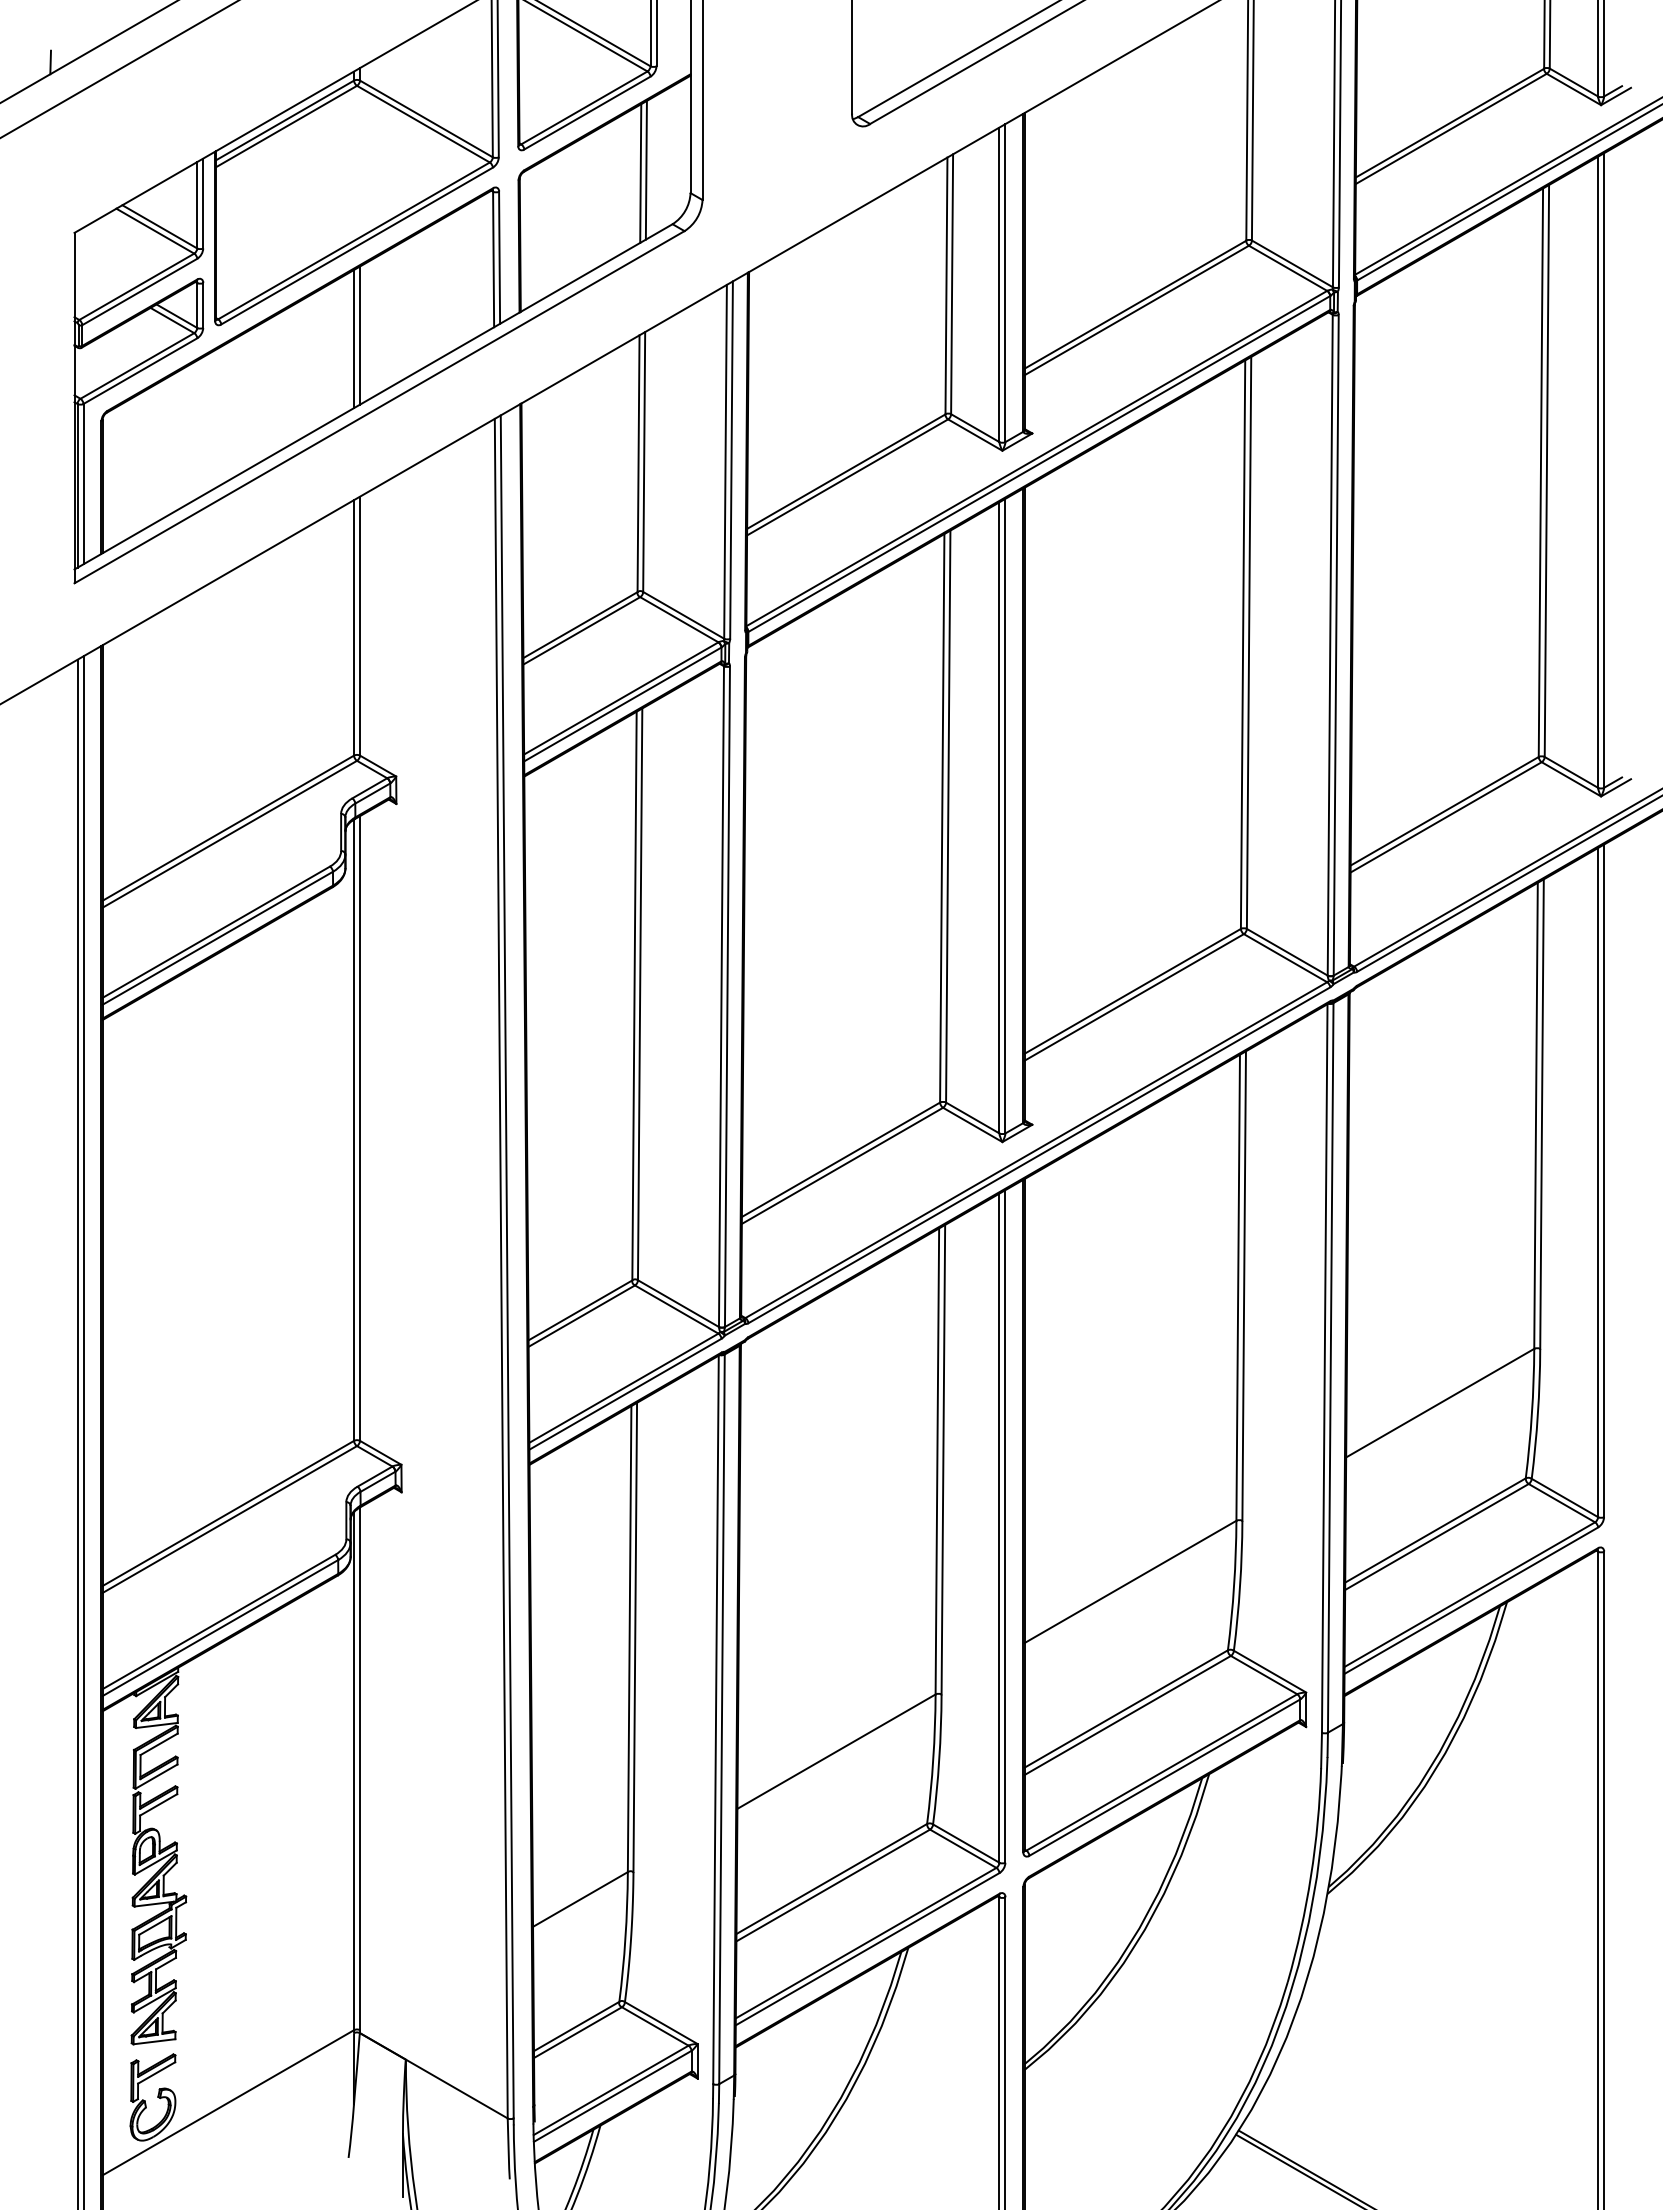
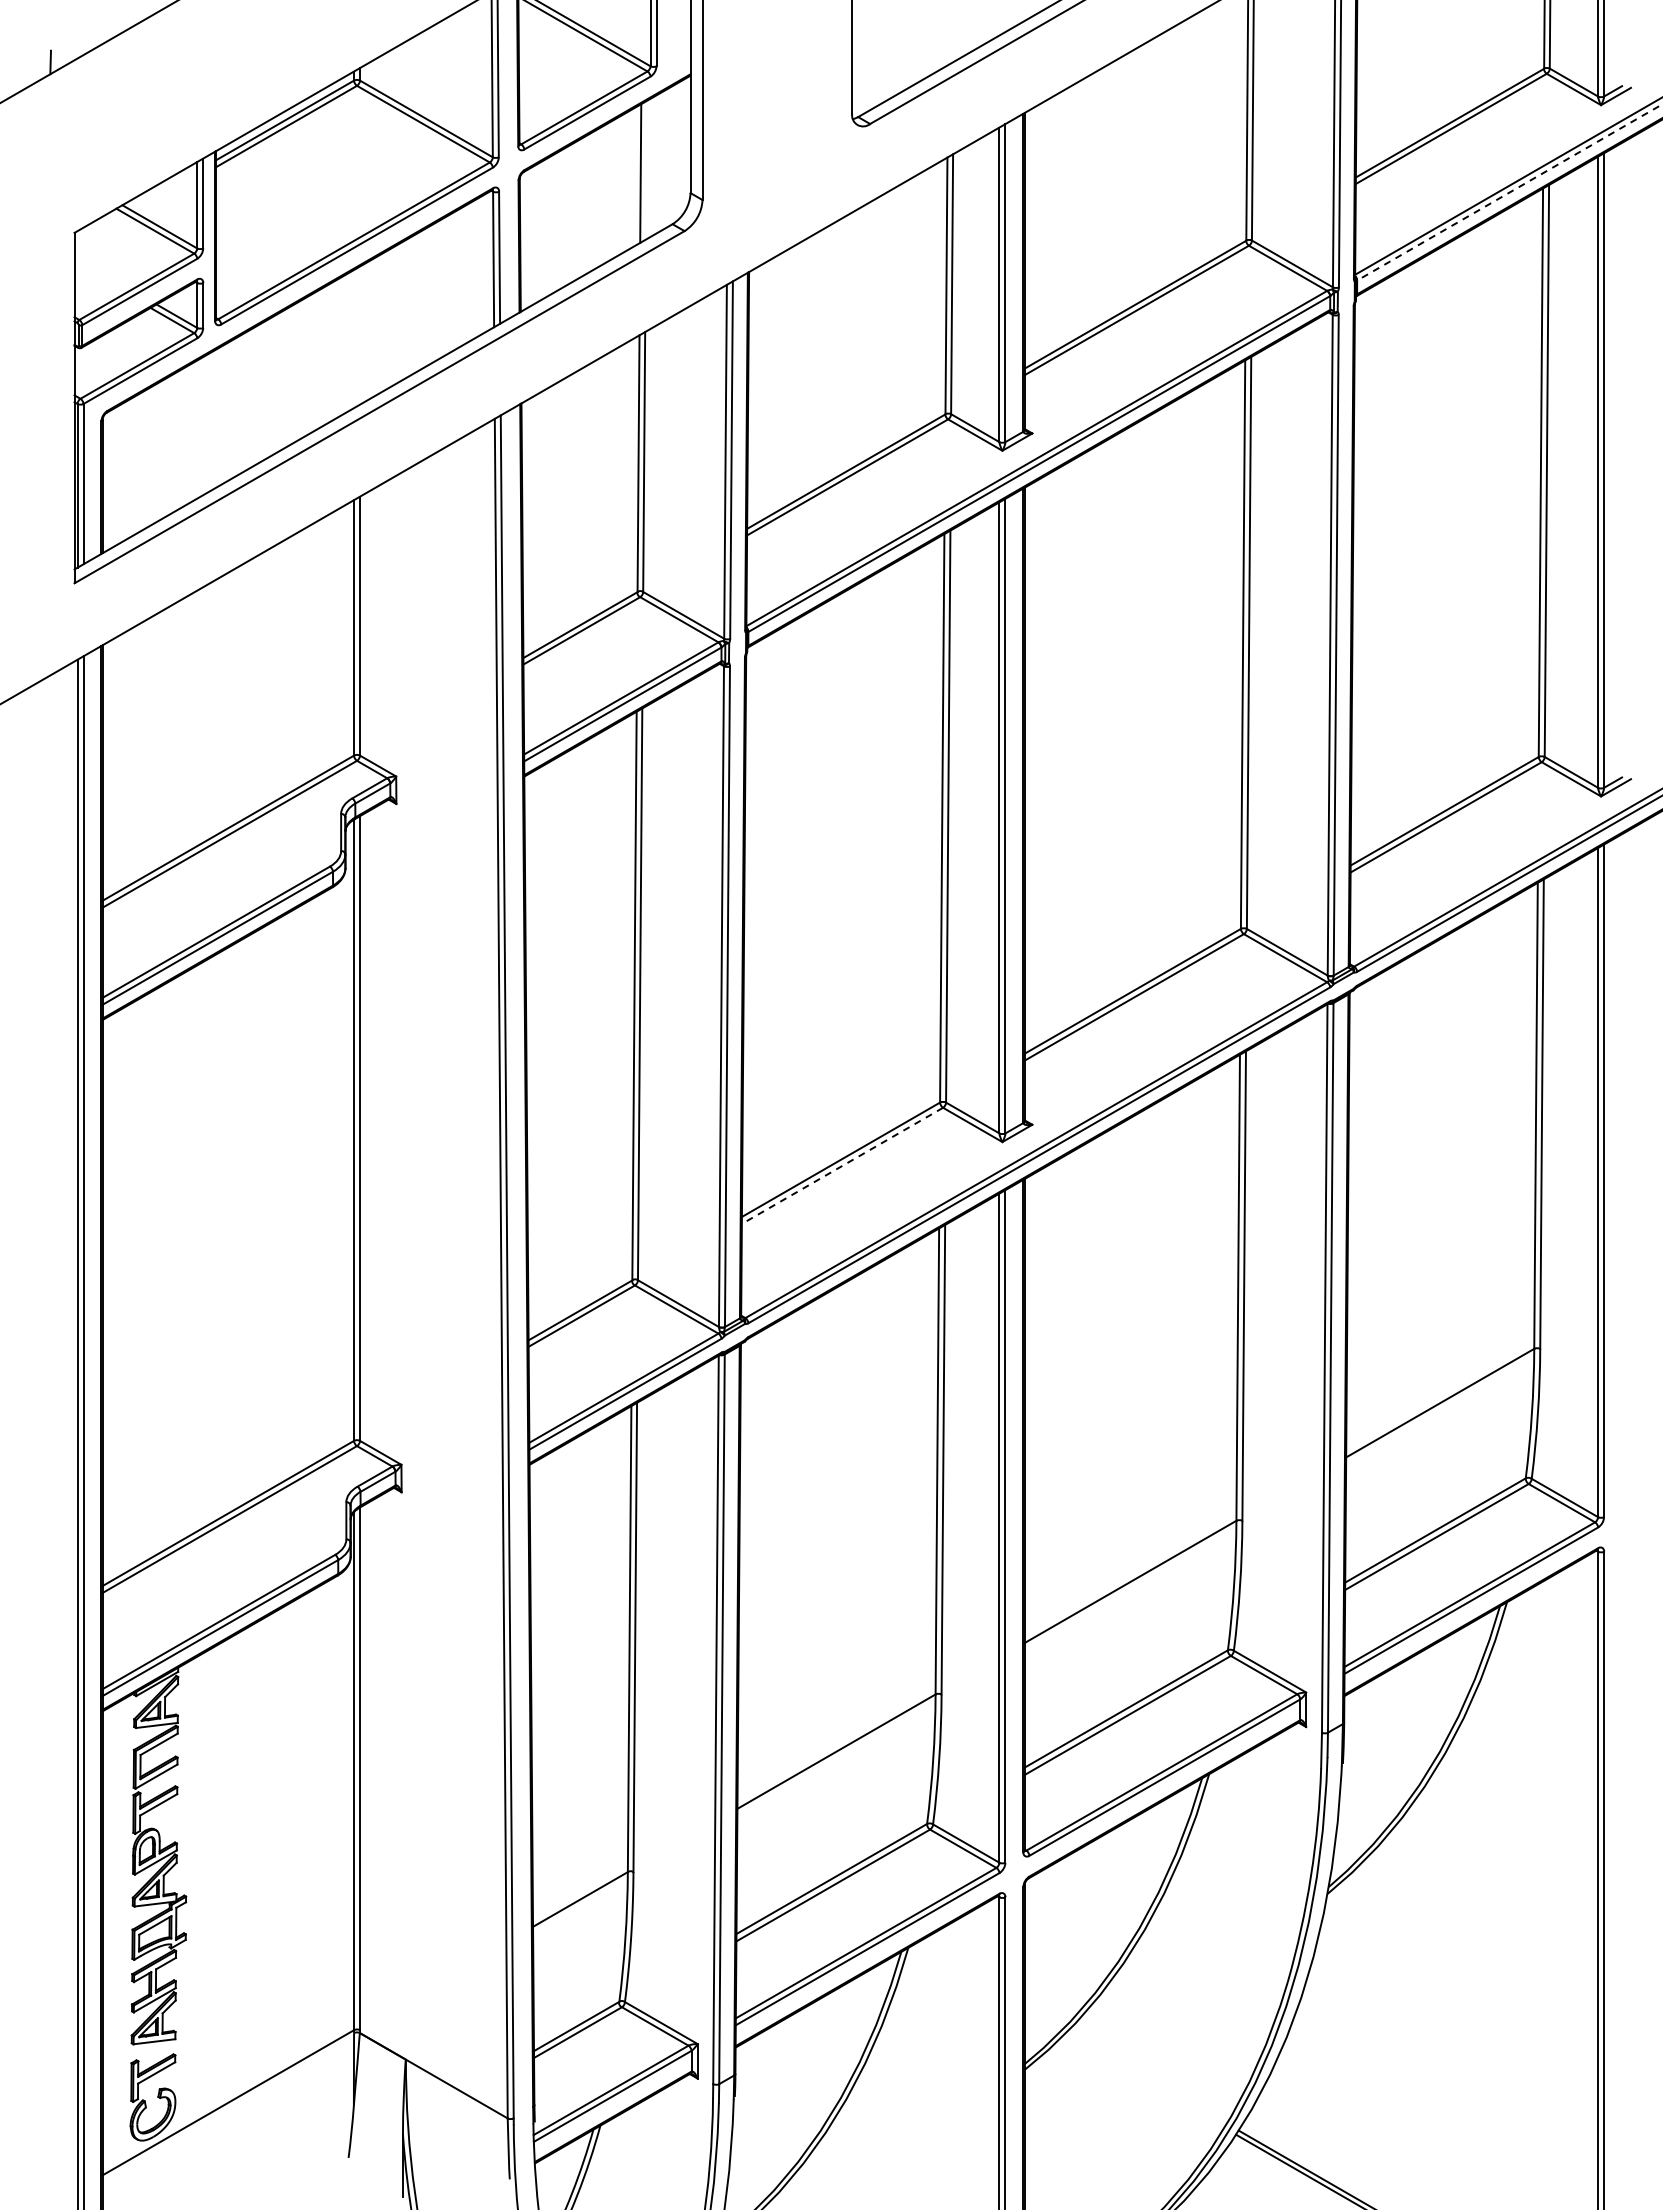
line at (118, 69): present -> none
line at (645, 169): present -> none
line at (1509, 192): solid -> dashed
line at (360, 335): present -> none
line at (354, 338): present -> none
line at (842, 1166): solid -> dashed
